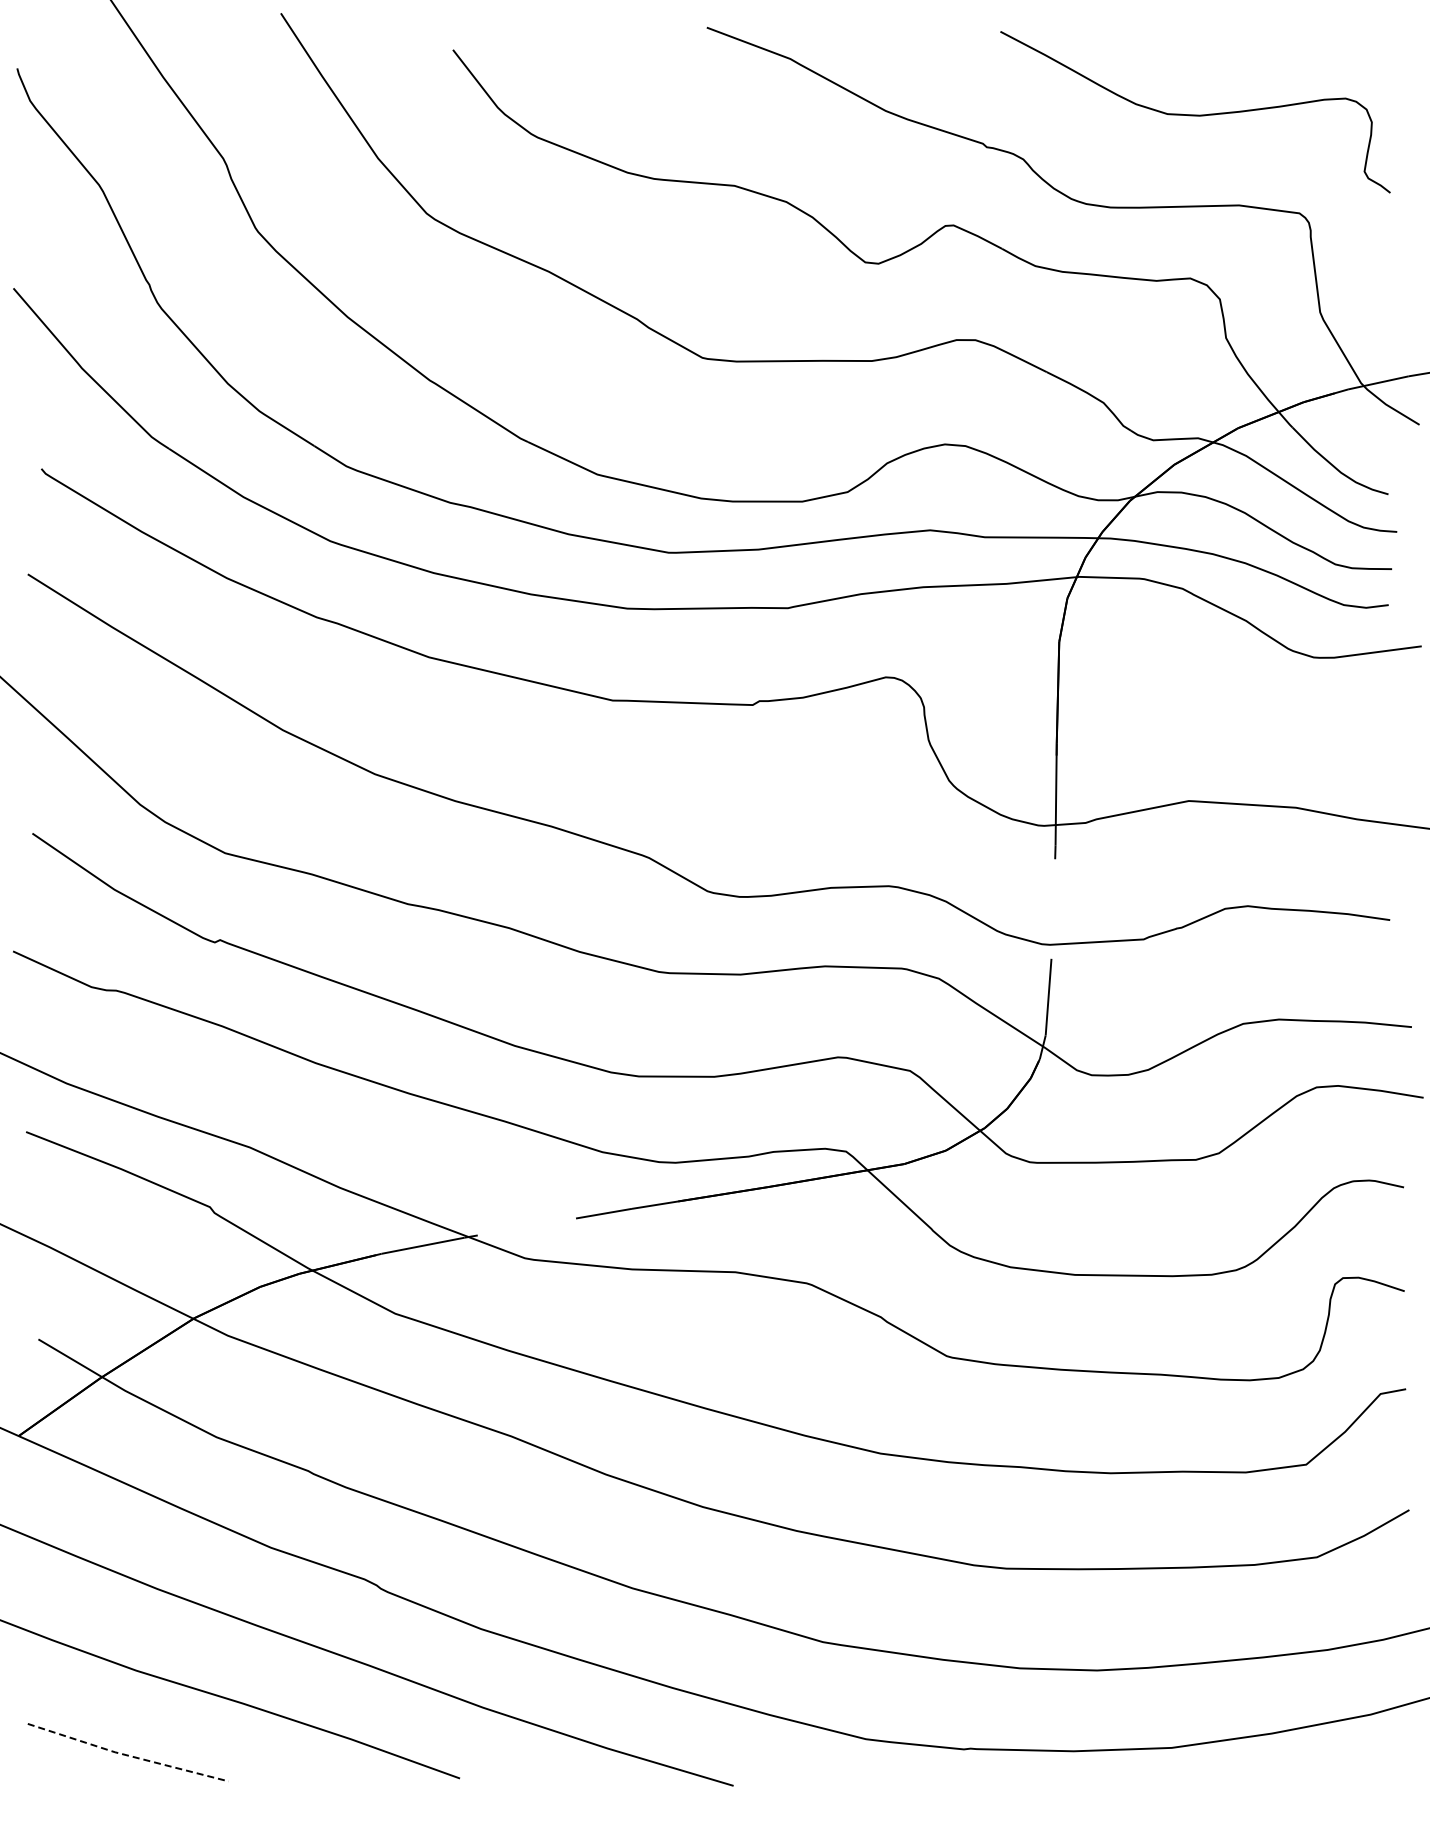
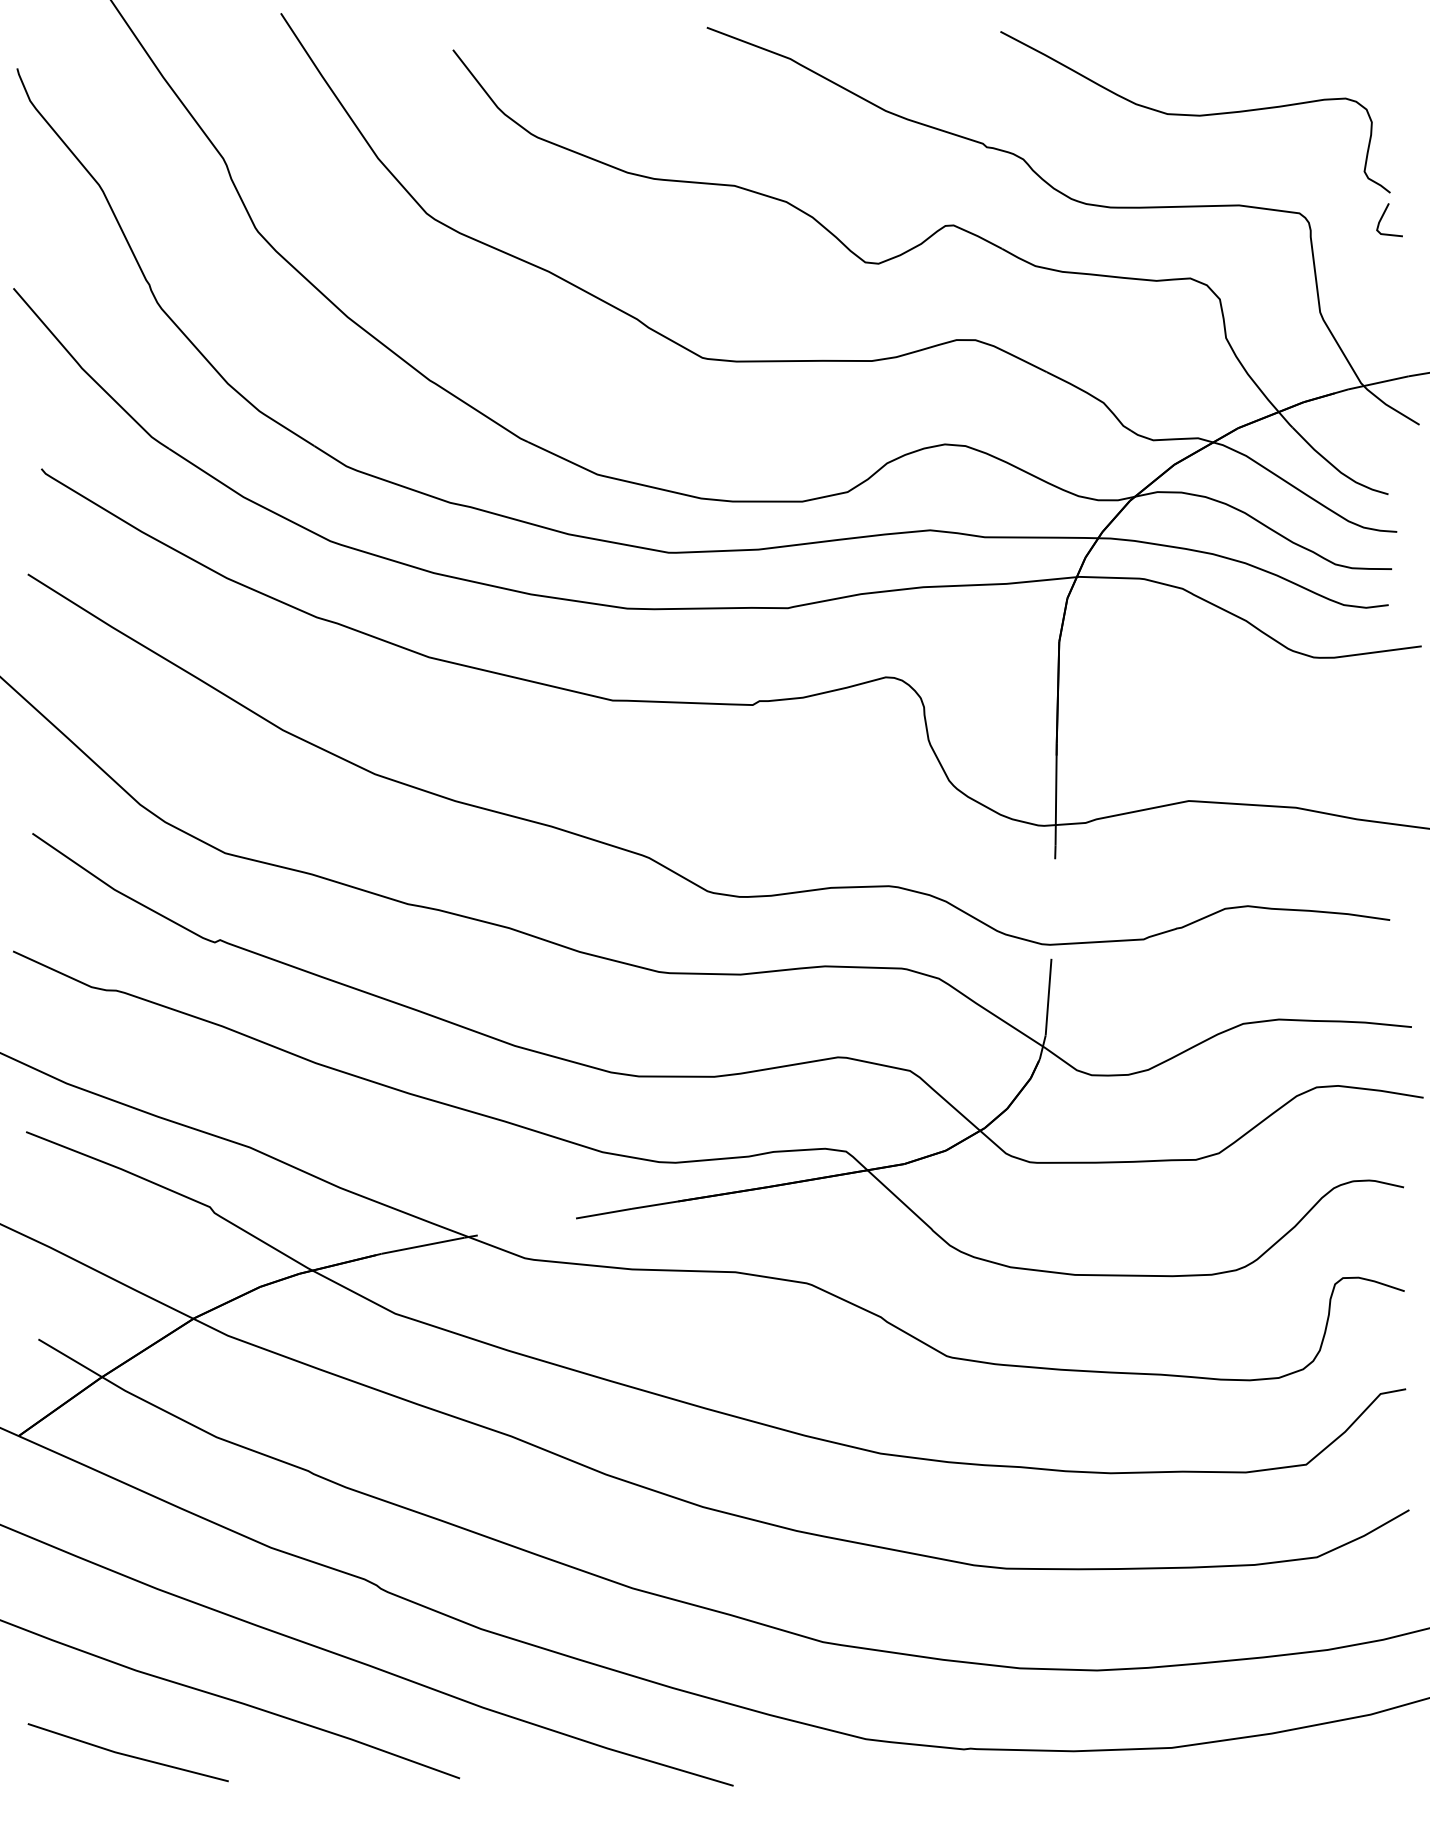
line at (1383, 216): none -> present
line at (127, 1755): dashed -> solid
